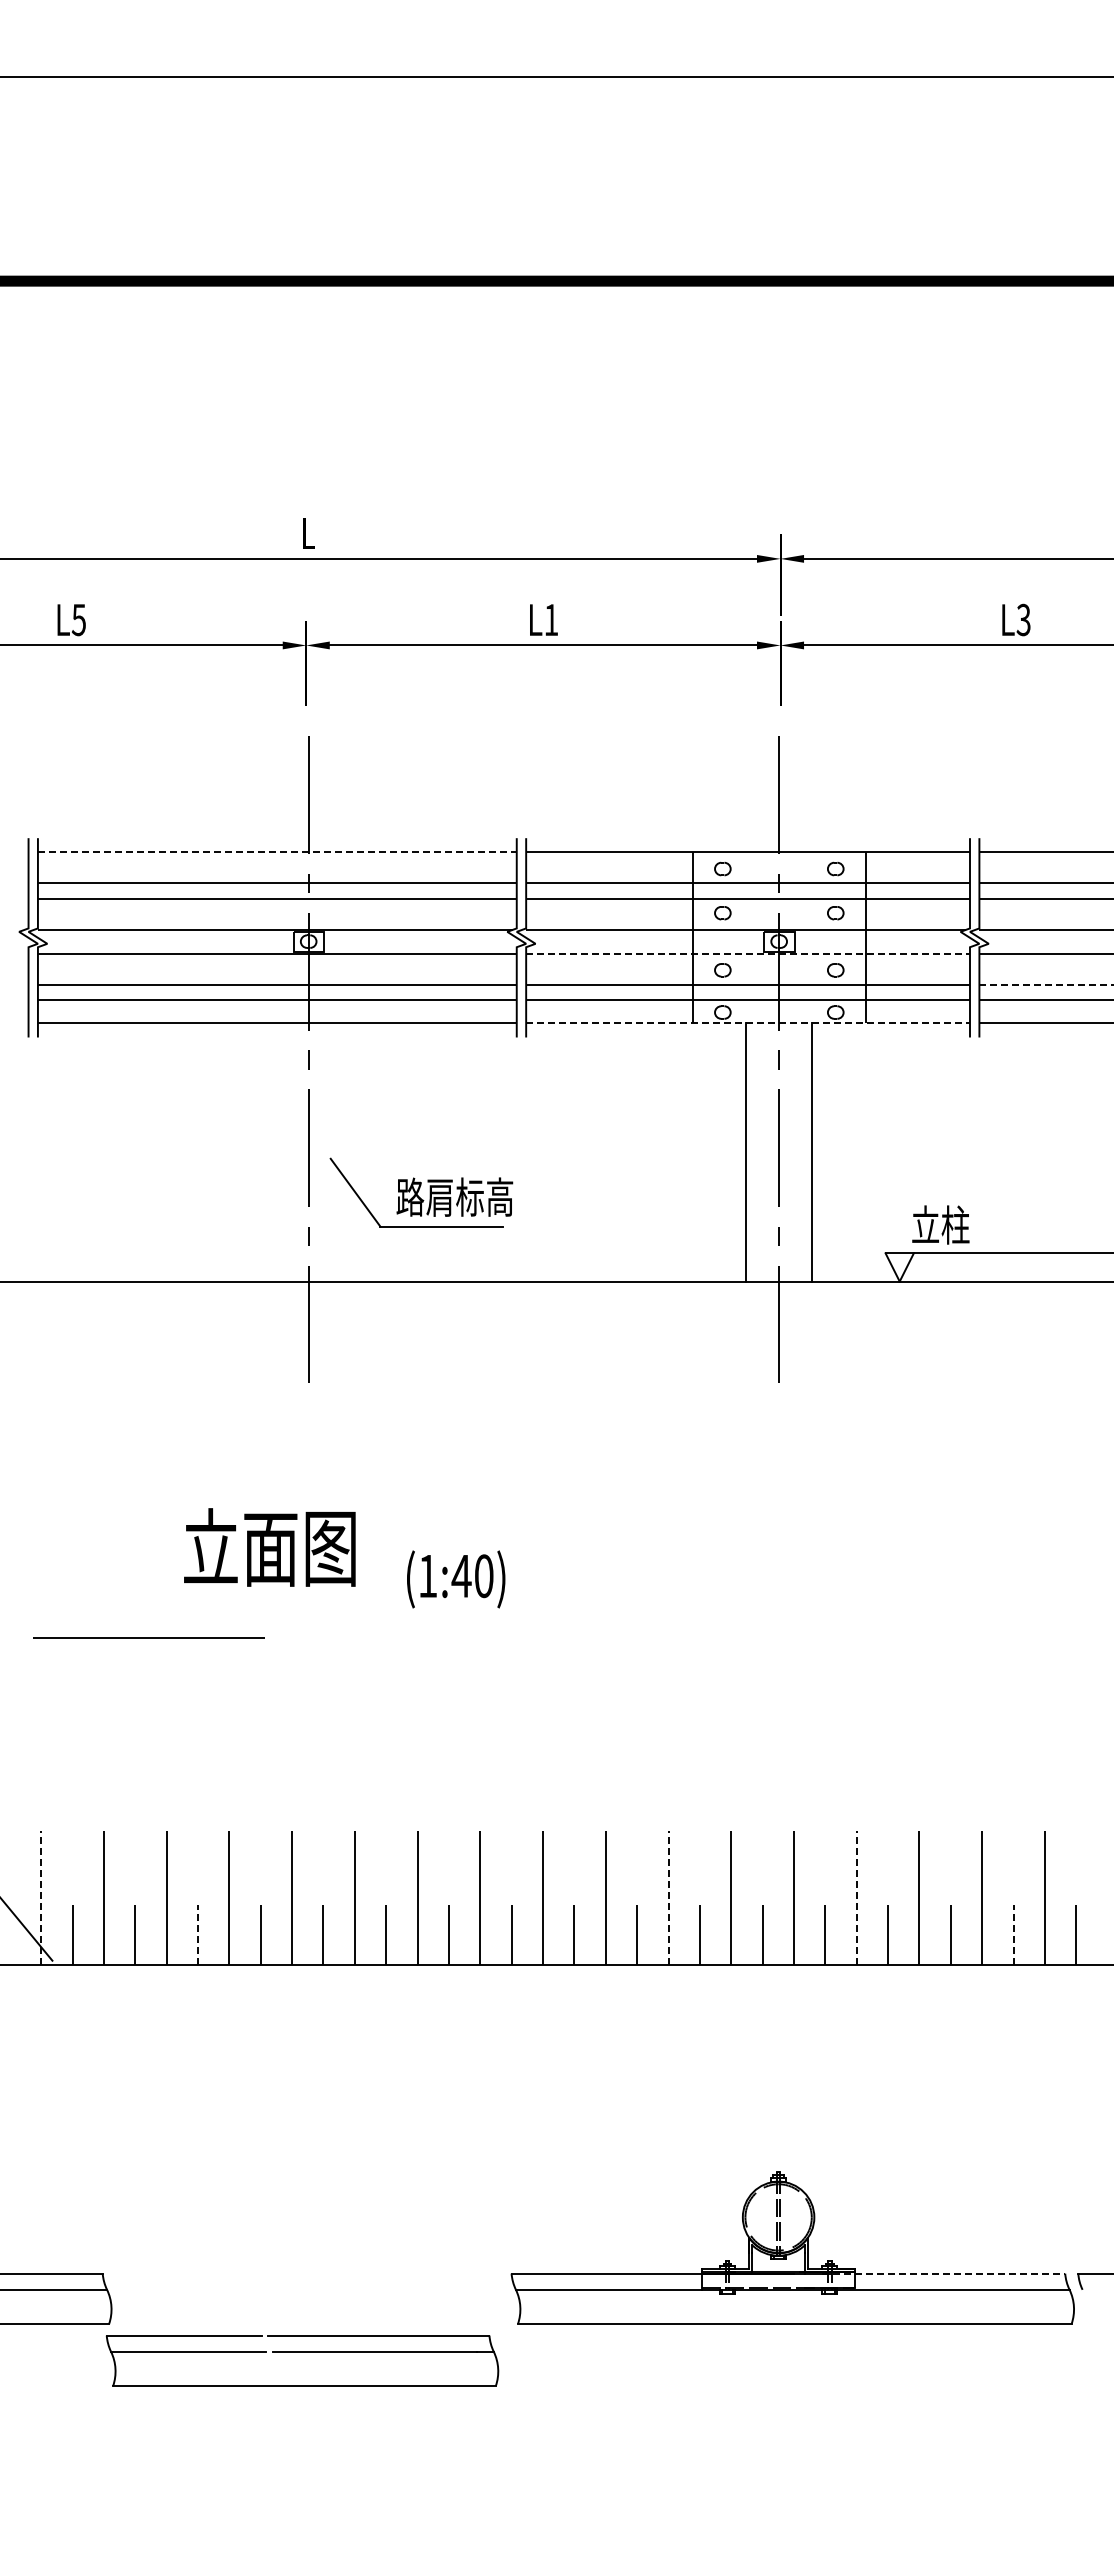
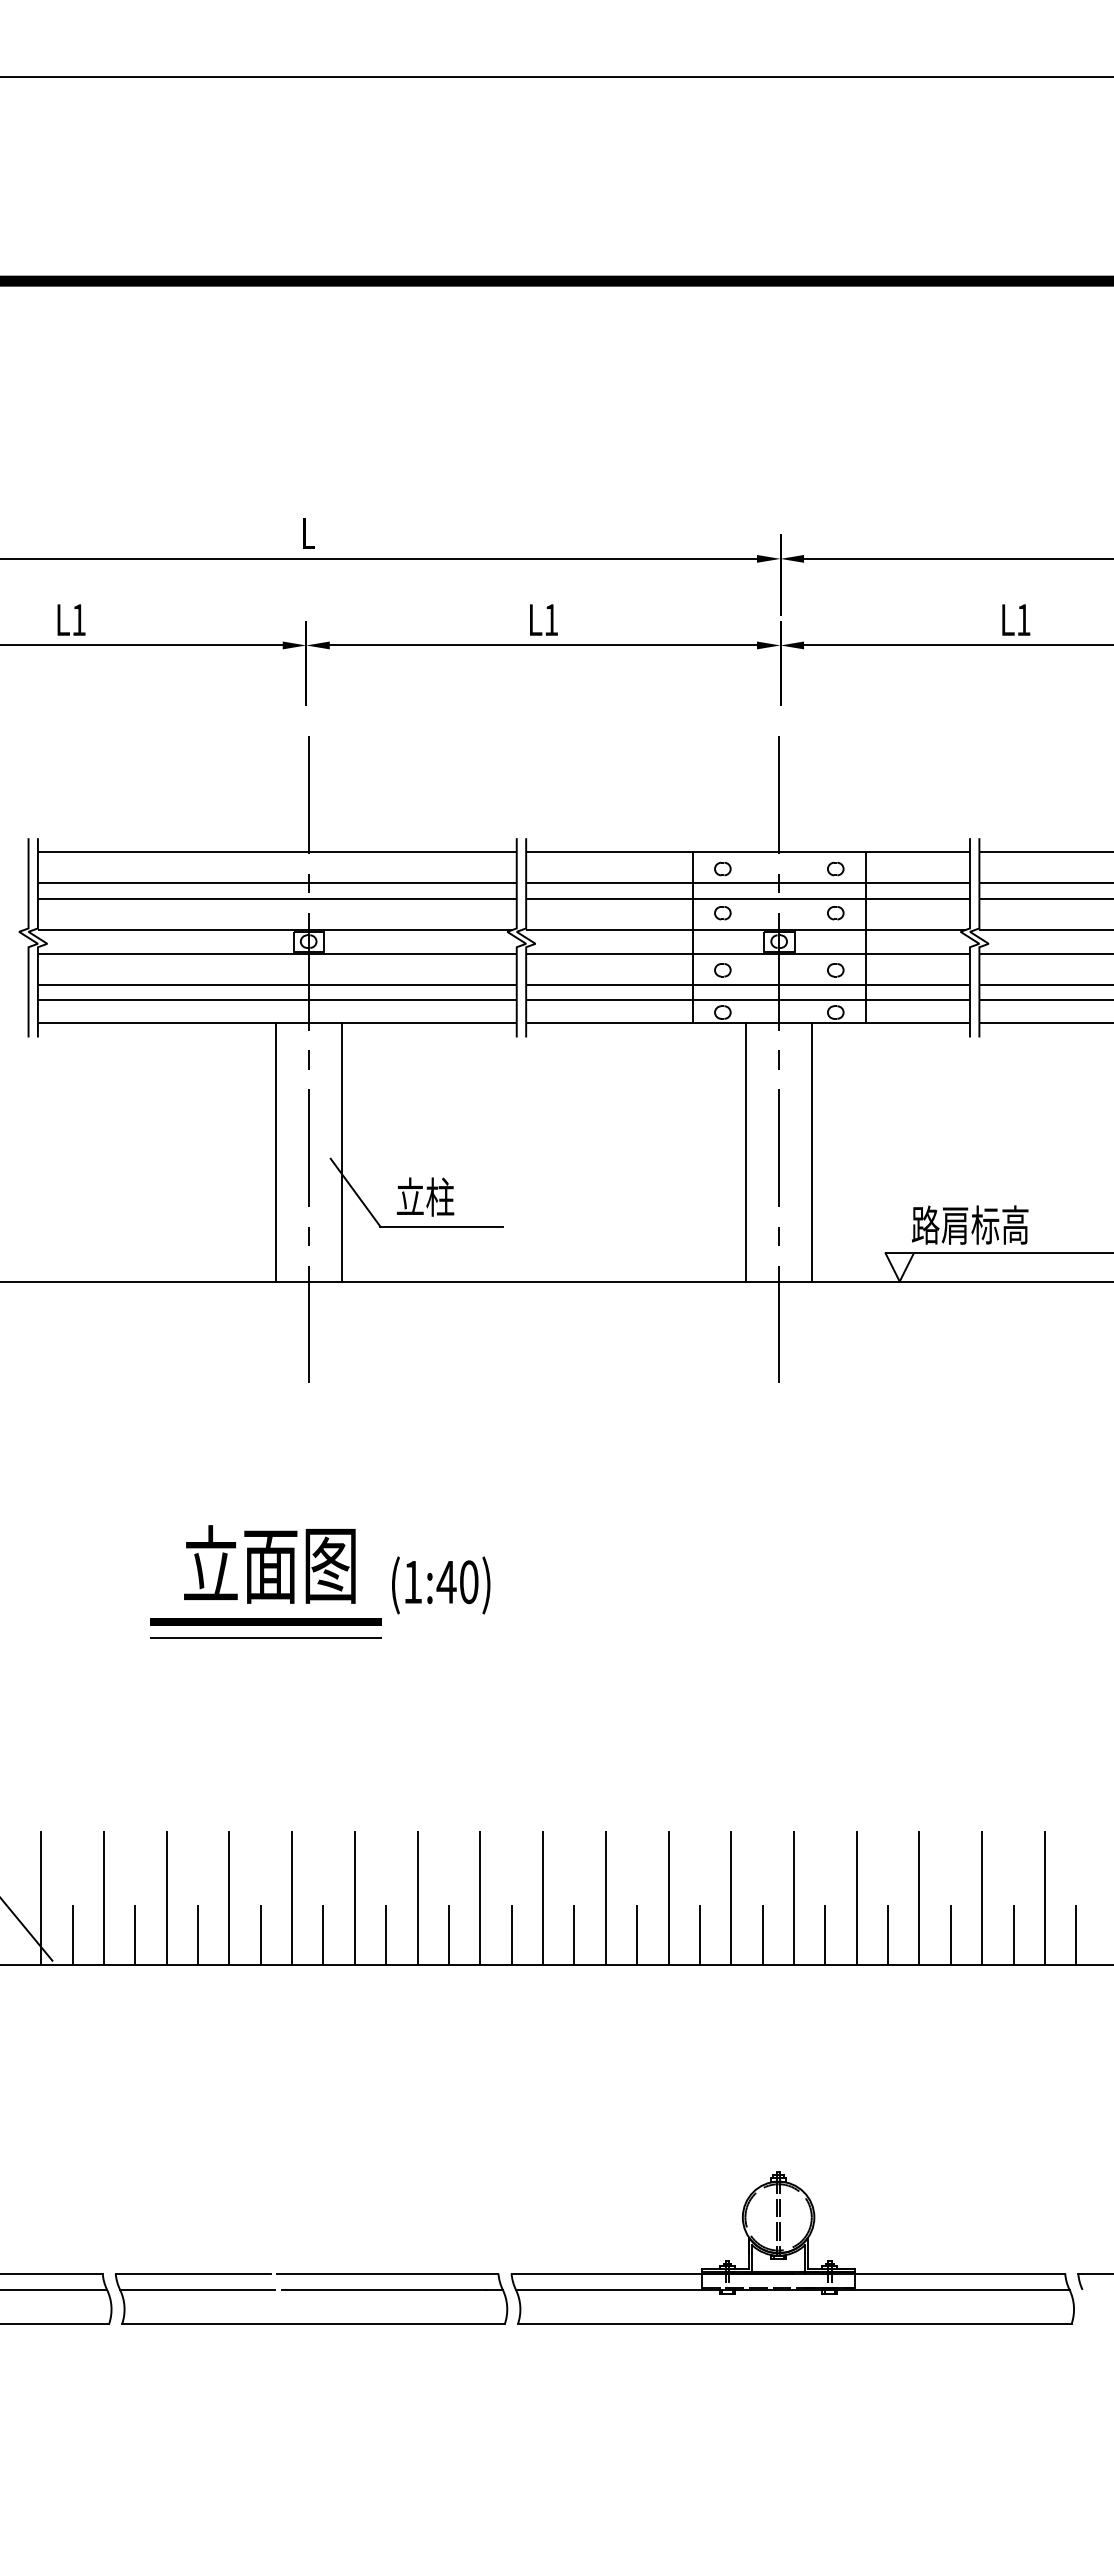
text at (1023, 619): L3 -> L1
text at (78, 620): L5 -> L1
line at (277, 852): dashed -> solid
line at (748, 953): dashed -> solid
line at (1046, 984): dashed -> solid
line at (748, 1023): dashed -> solid
line at (275, 1152): none -> present
line at (341, 1152): none -> present
text at (454, 1196): 路肩标高 -> 立柱
text at (970, 1224): 立柱 -> 路肩标高
text at (269, 1547) position: (269, 1547) -> (269, 1564)
text at (456, 1579) position: (456, 1579) -> (441, 1585)
line at (265, 1621): none -> present
line at (148, 1637) position: (148, 1637) -> (265, 1637)
line at (41, 1897): dashed -> solid
line at (668, 1897): dashed -> solid
line at (856, 1897): dashed -> solid
line at (198, 1934): dashed -> solid
line at (1013, 1934): dashed -> solid
line at (943, 2273): dashed -> solid
part at (302, 2352) position: (302, 2352) -> (311, 2290)
